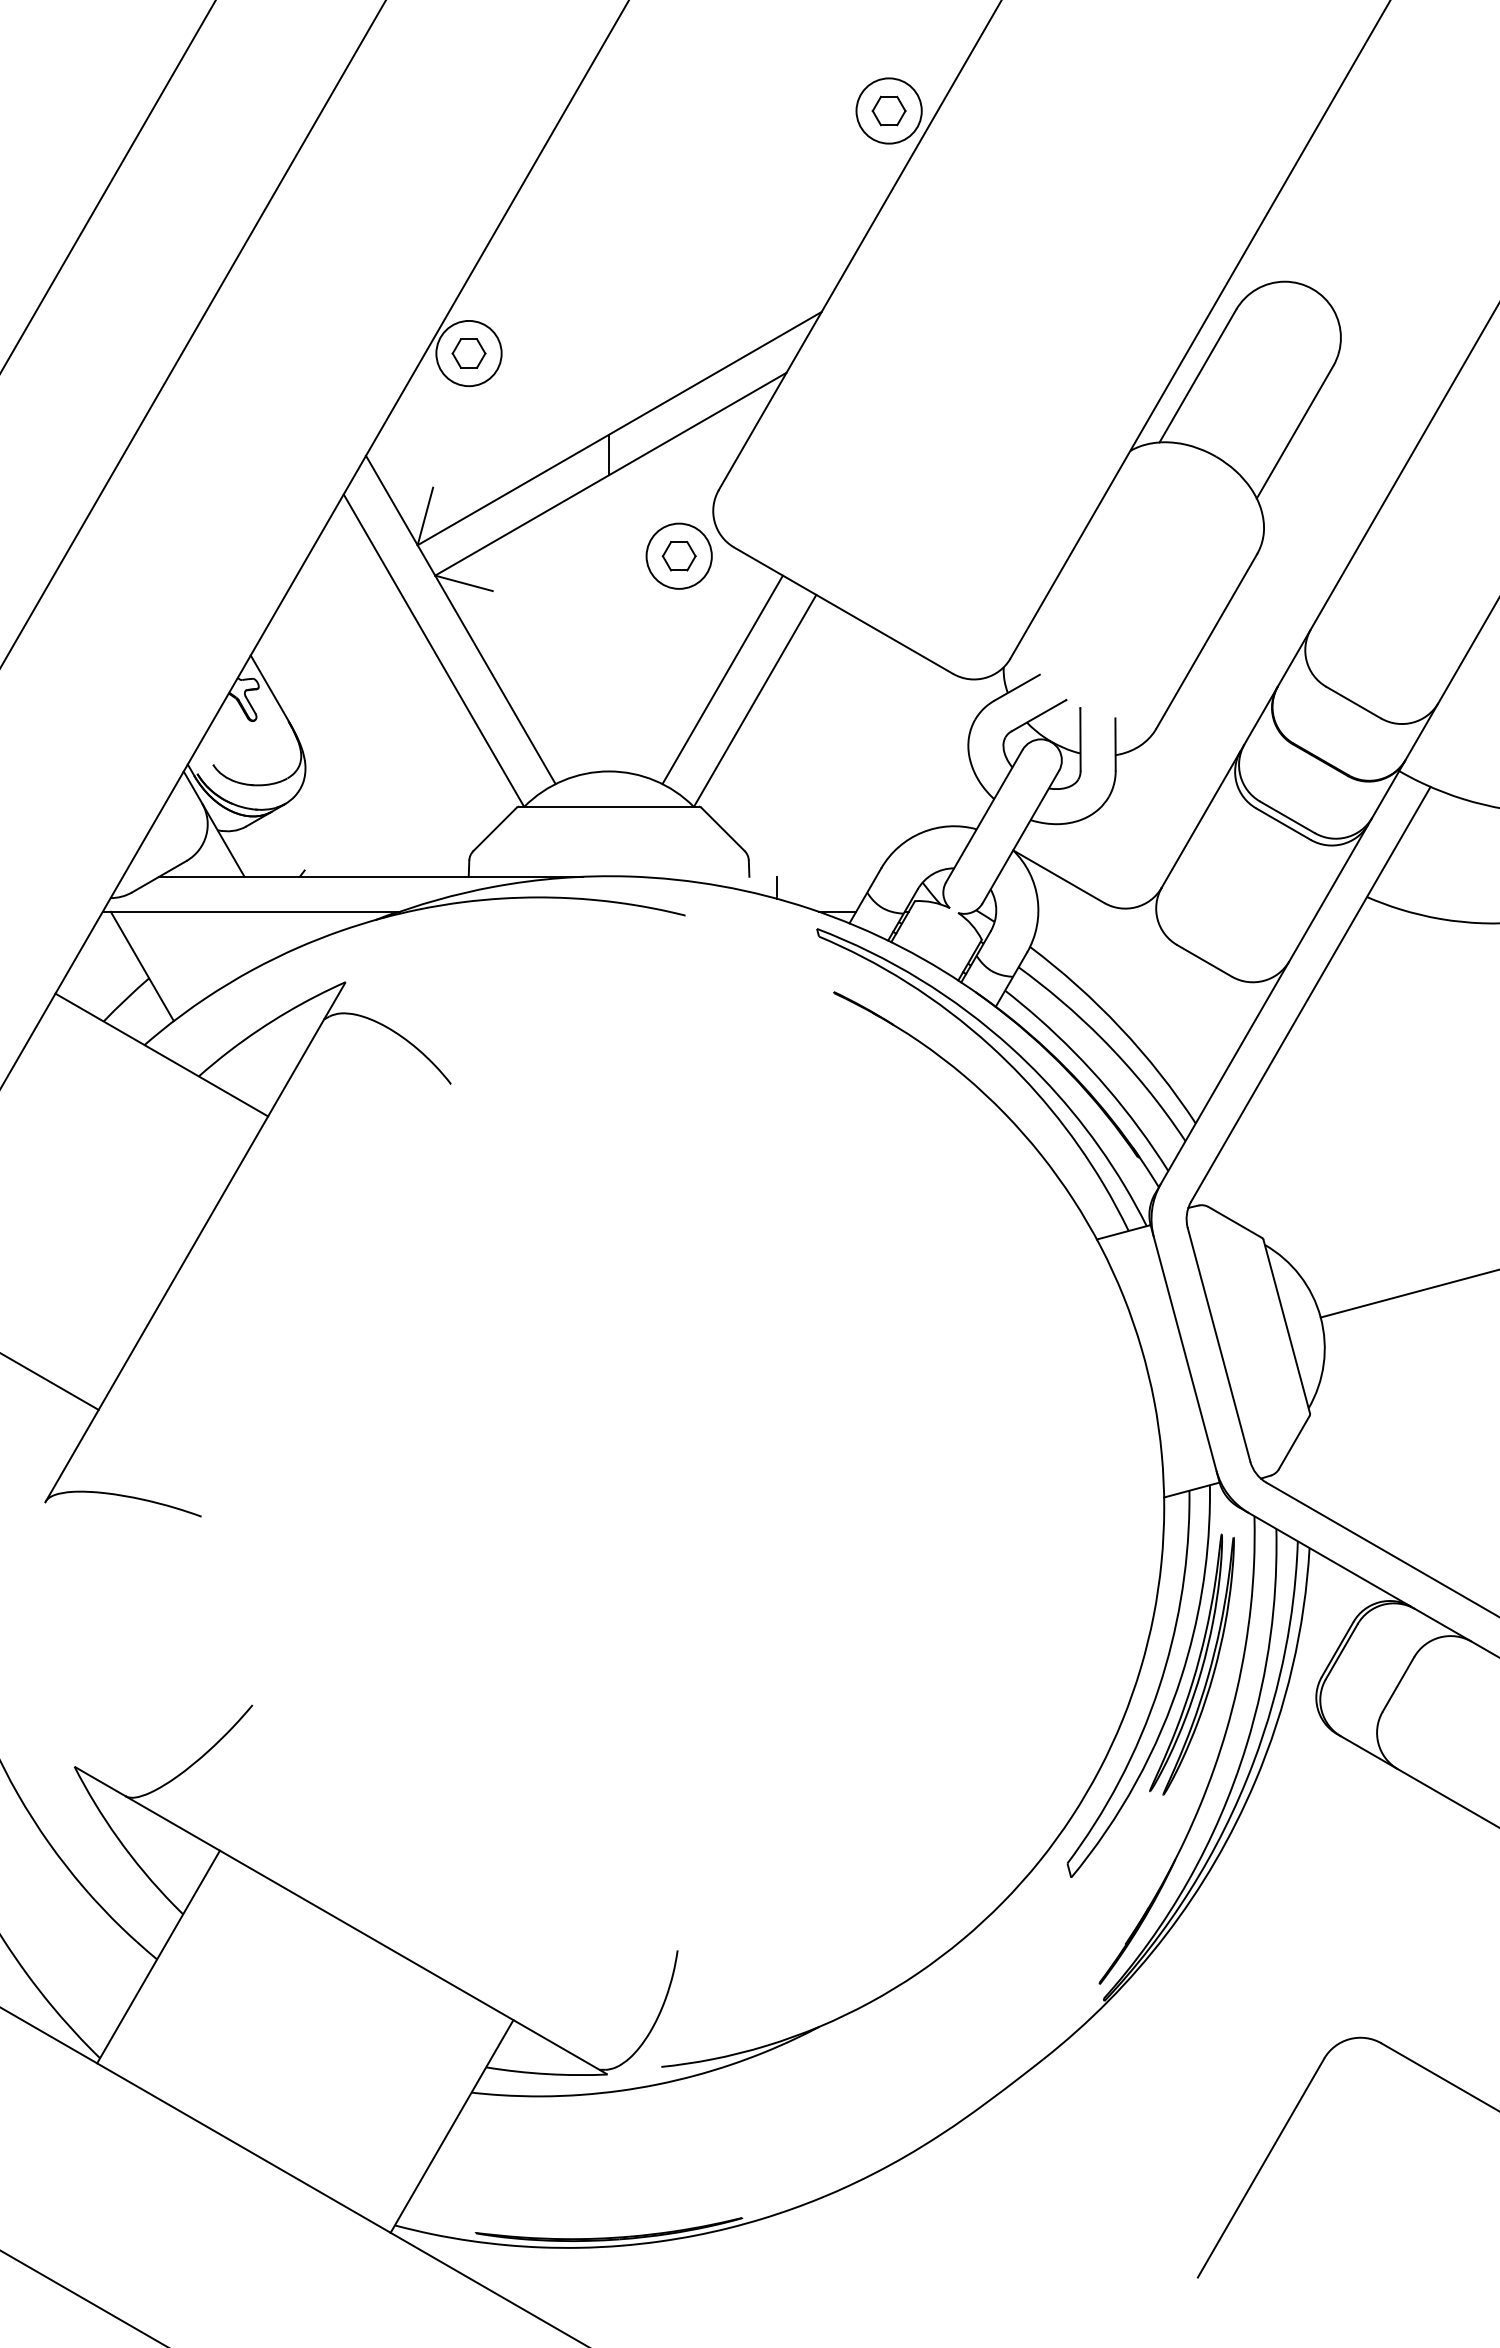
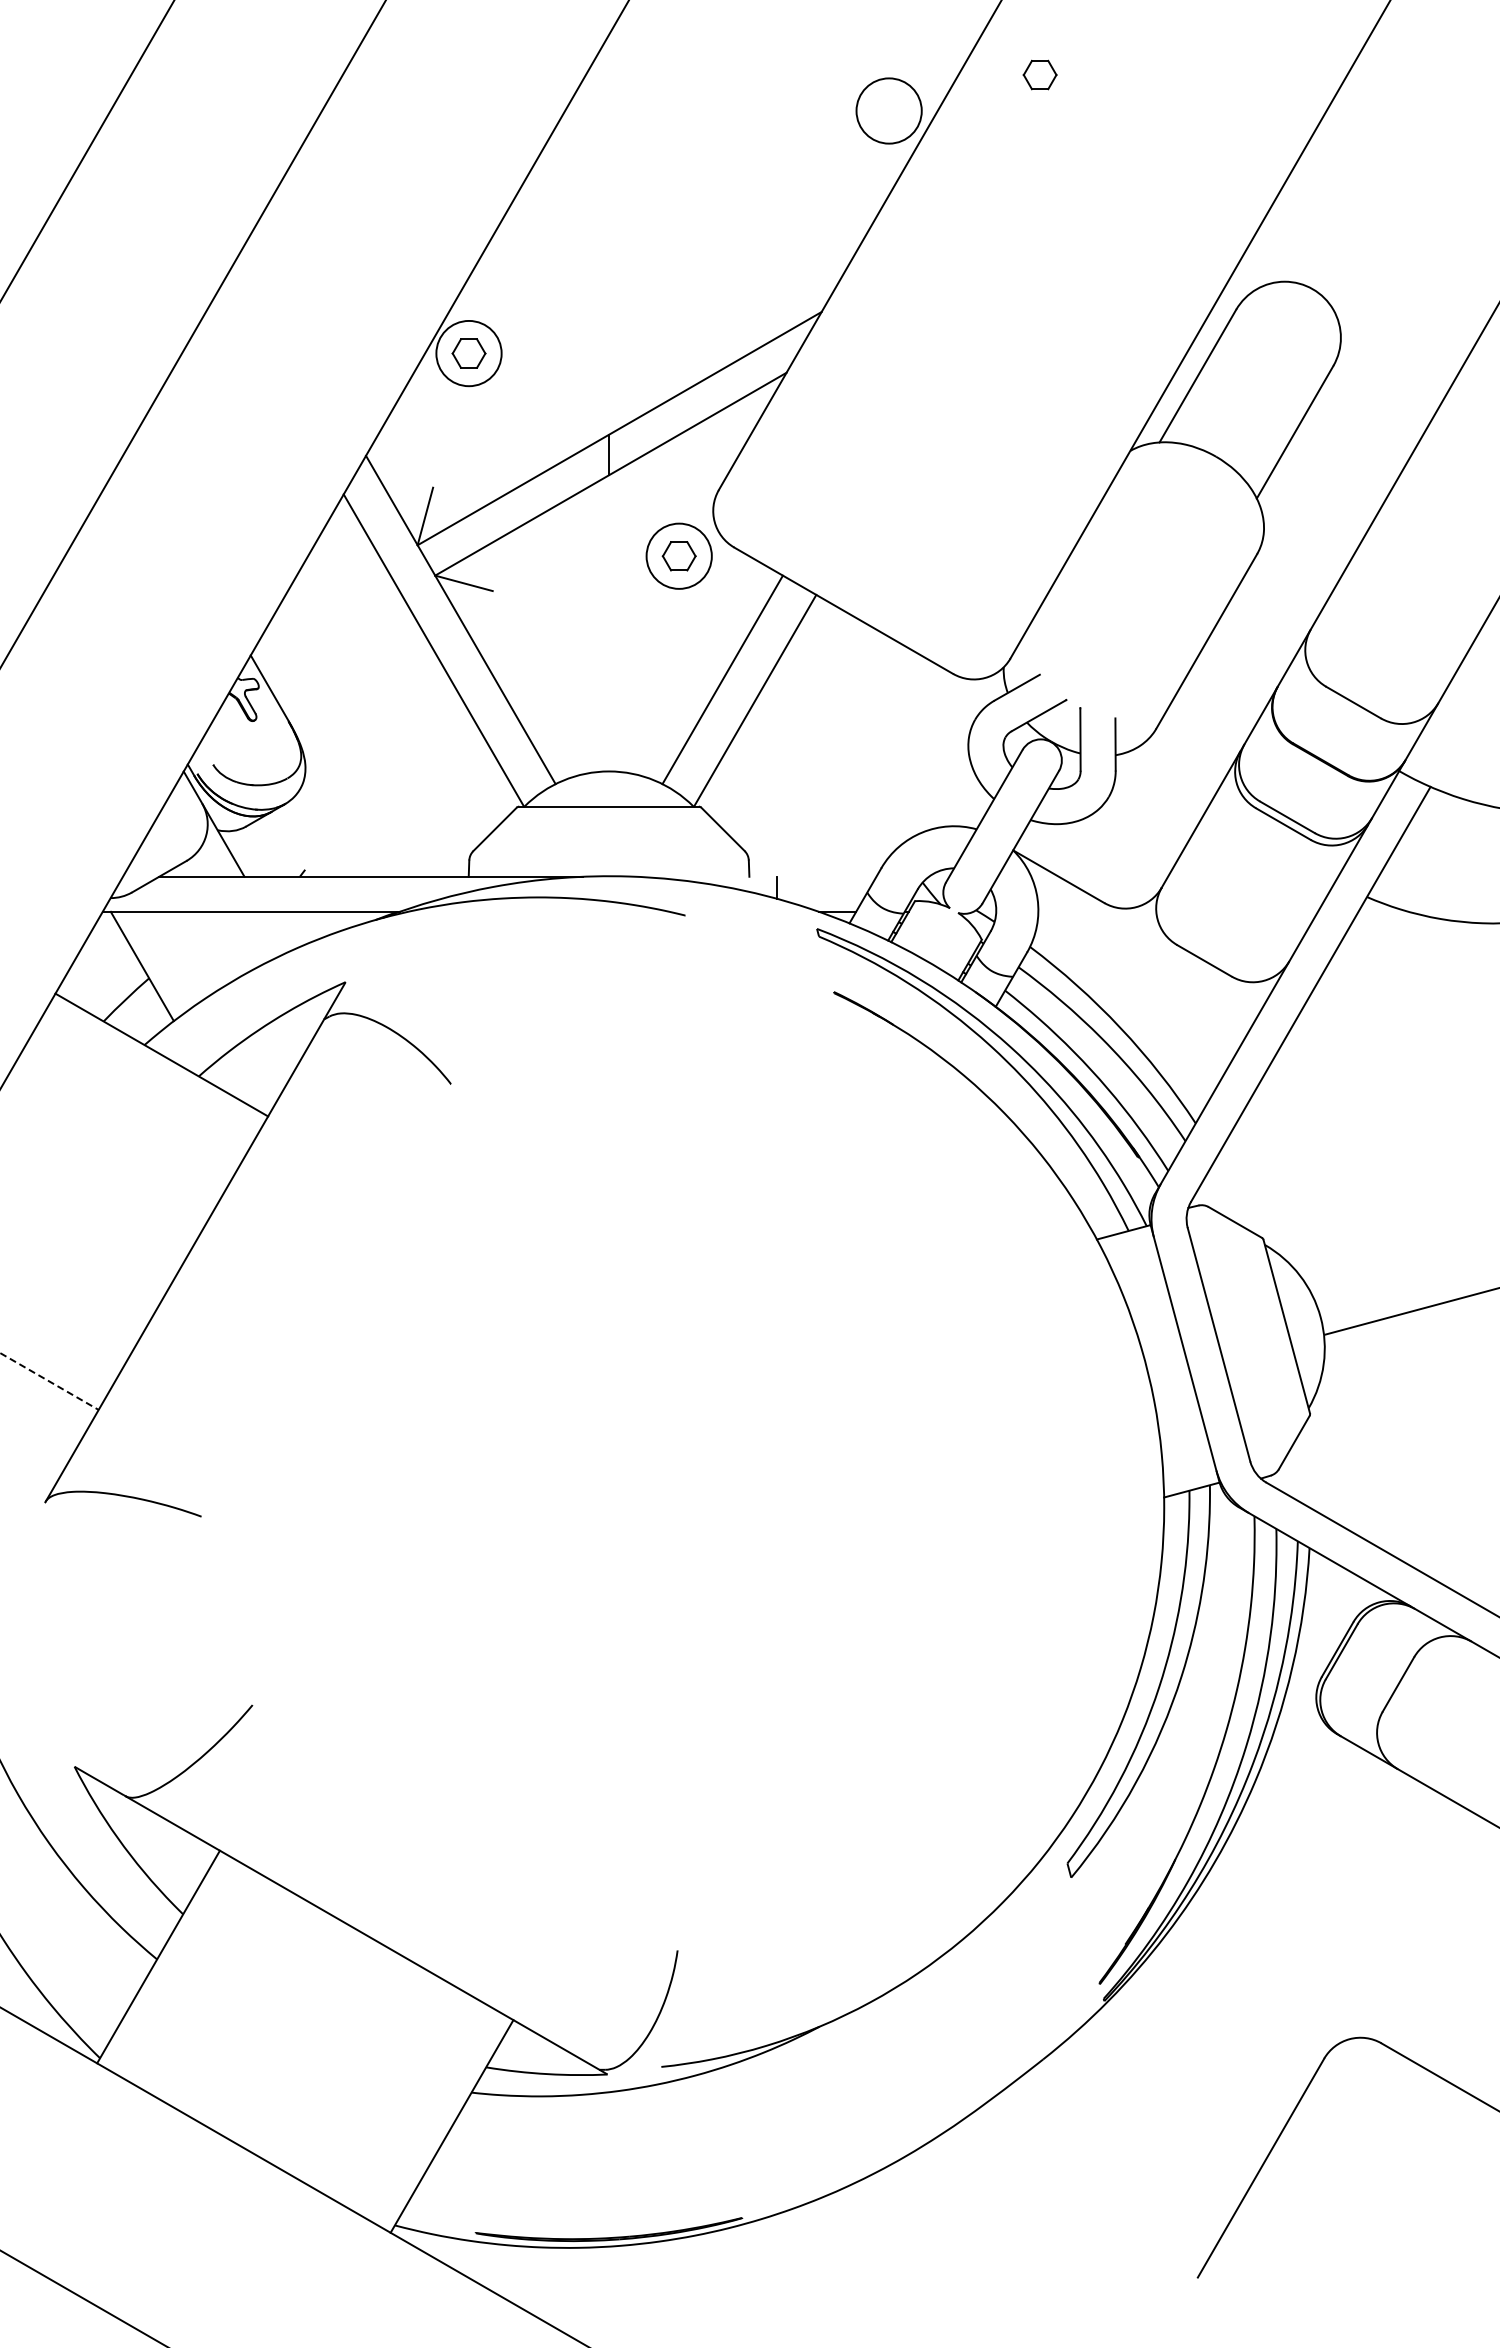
part at (888, 110) position: (888, 110) -> (1039, 74)
line at (108, 186) position: (108, 186) -> (87, 150)
line at (1408, 1293) position: (1408, 1293) -> (1410, 1311)
line at (49, 1381): solid -> dashed
part at (1191, 1664): present -> none
